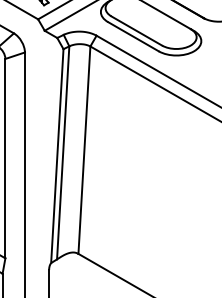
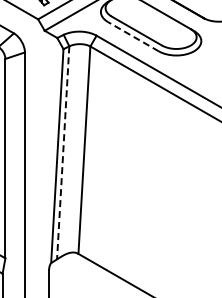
line at (133, 36): solid -> dashed
line at (63, 152): solid -> dashed
